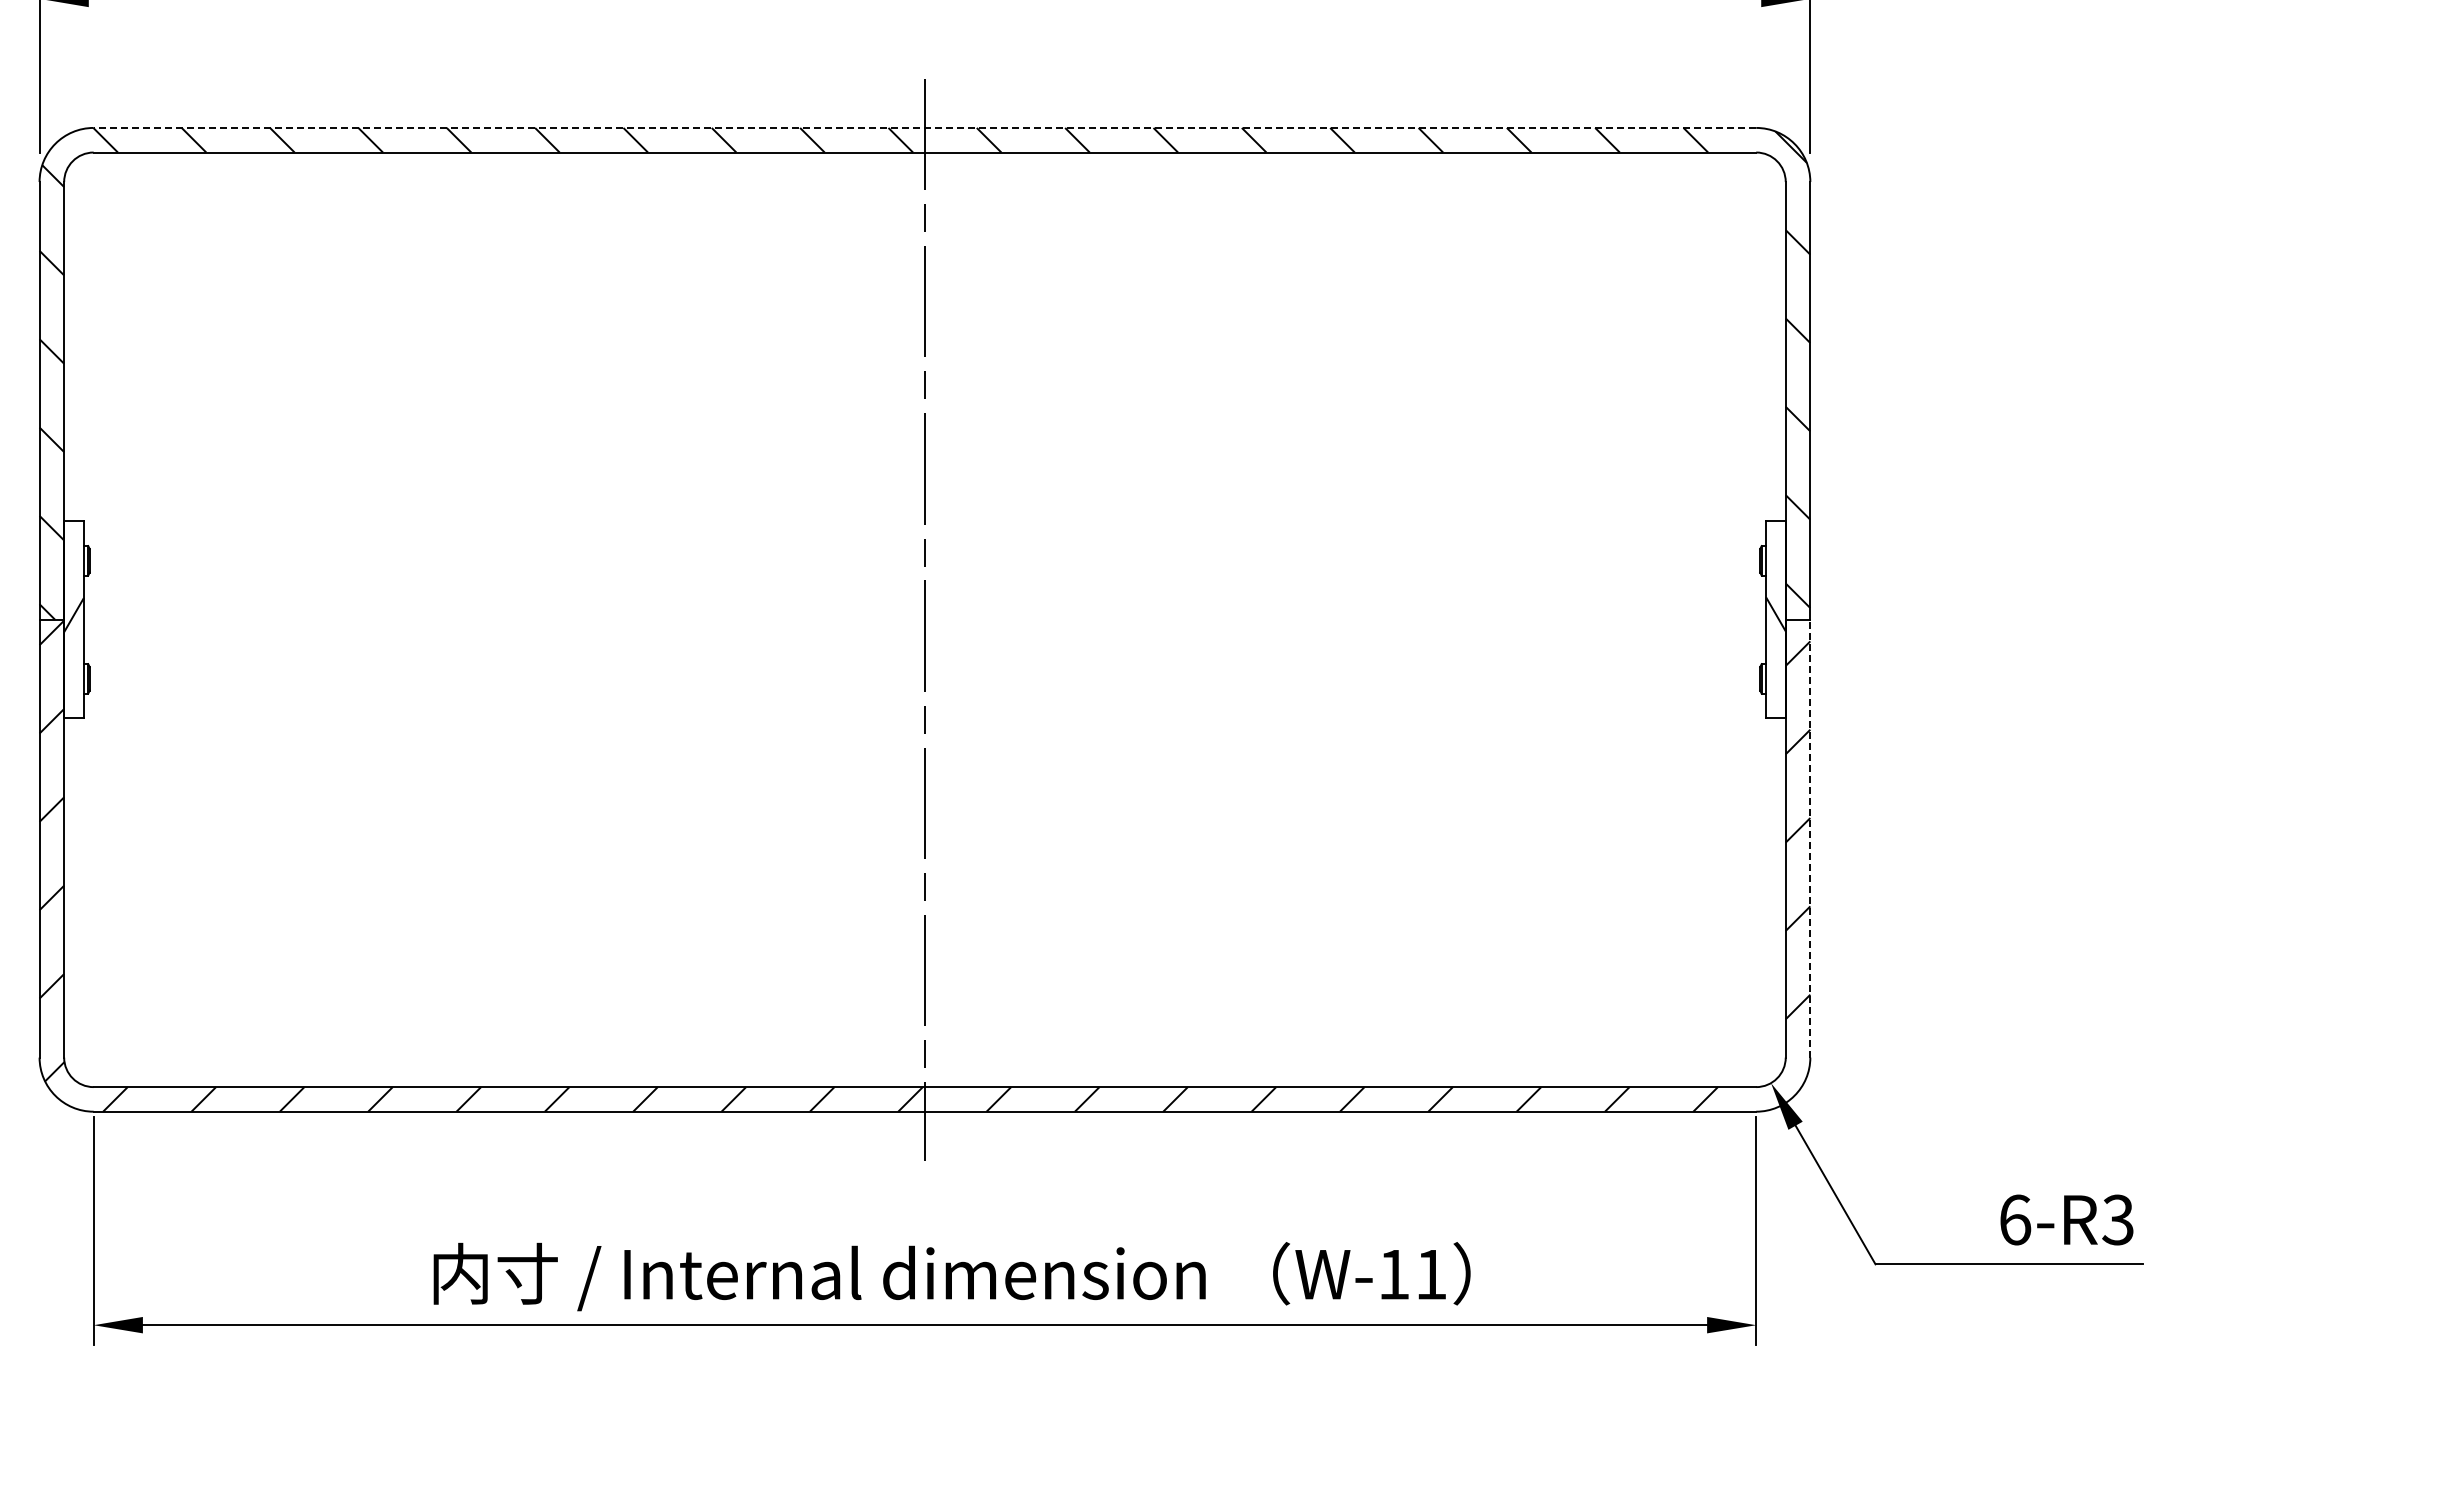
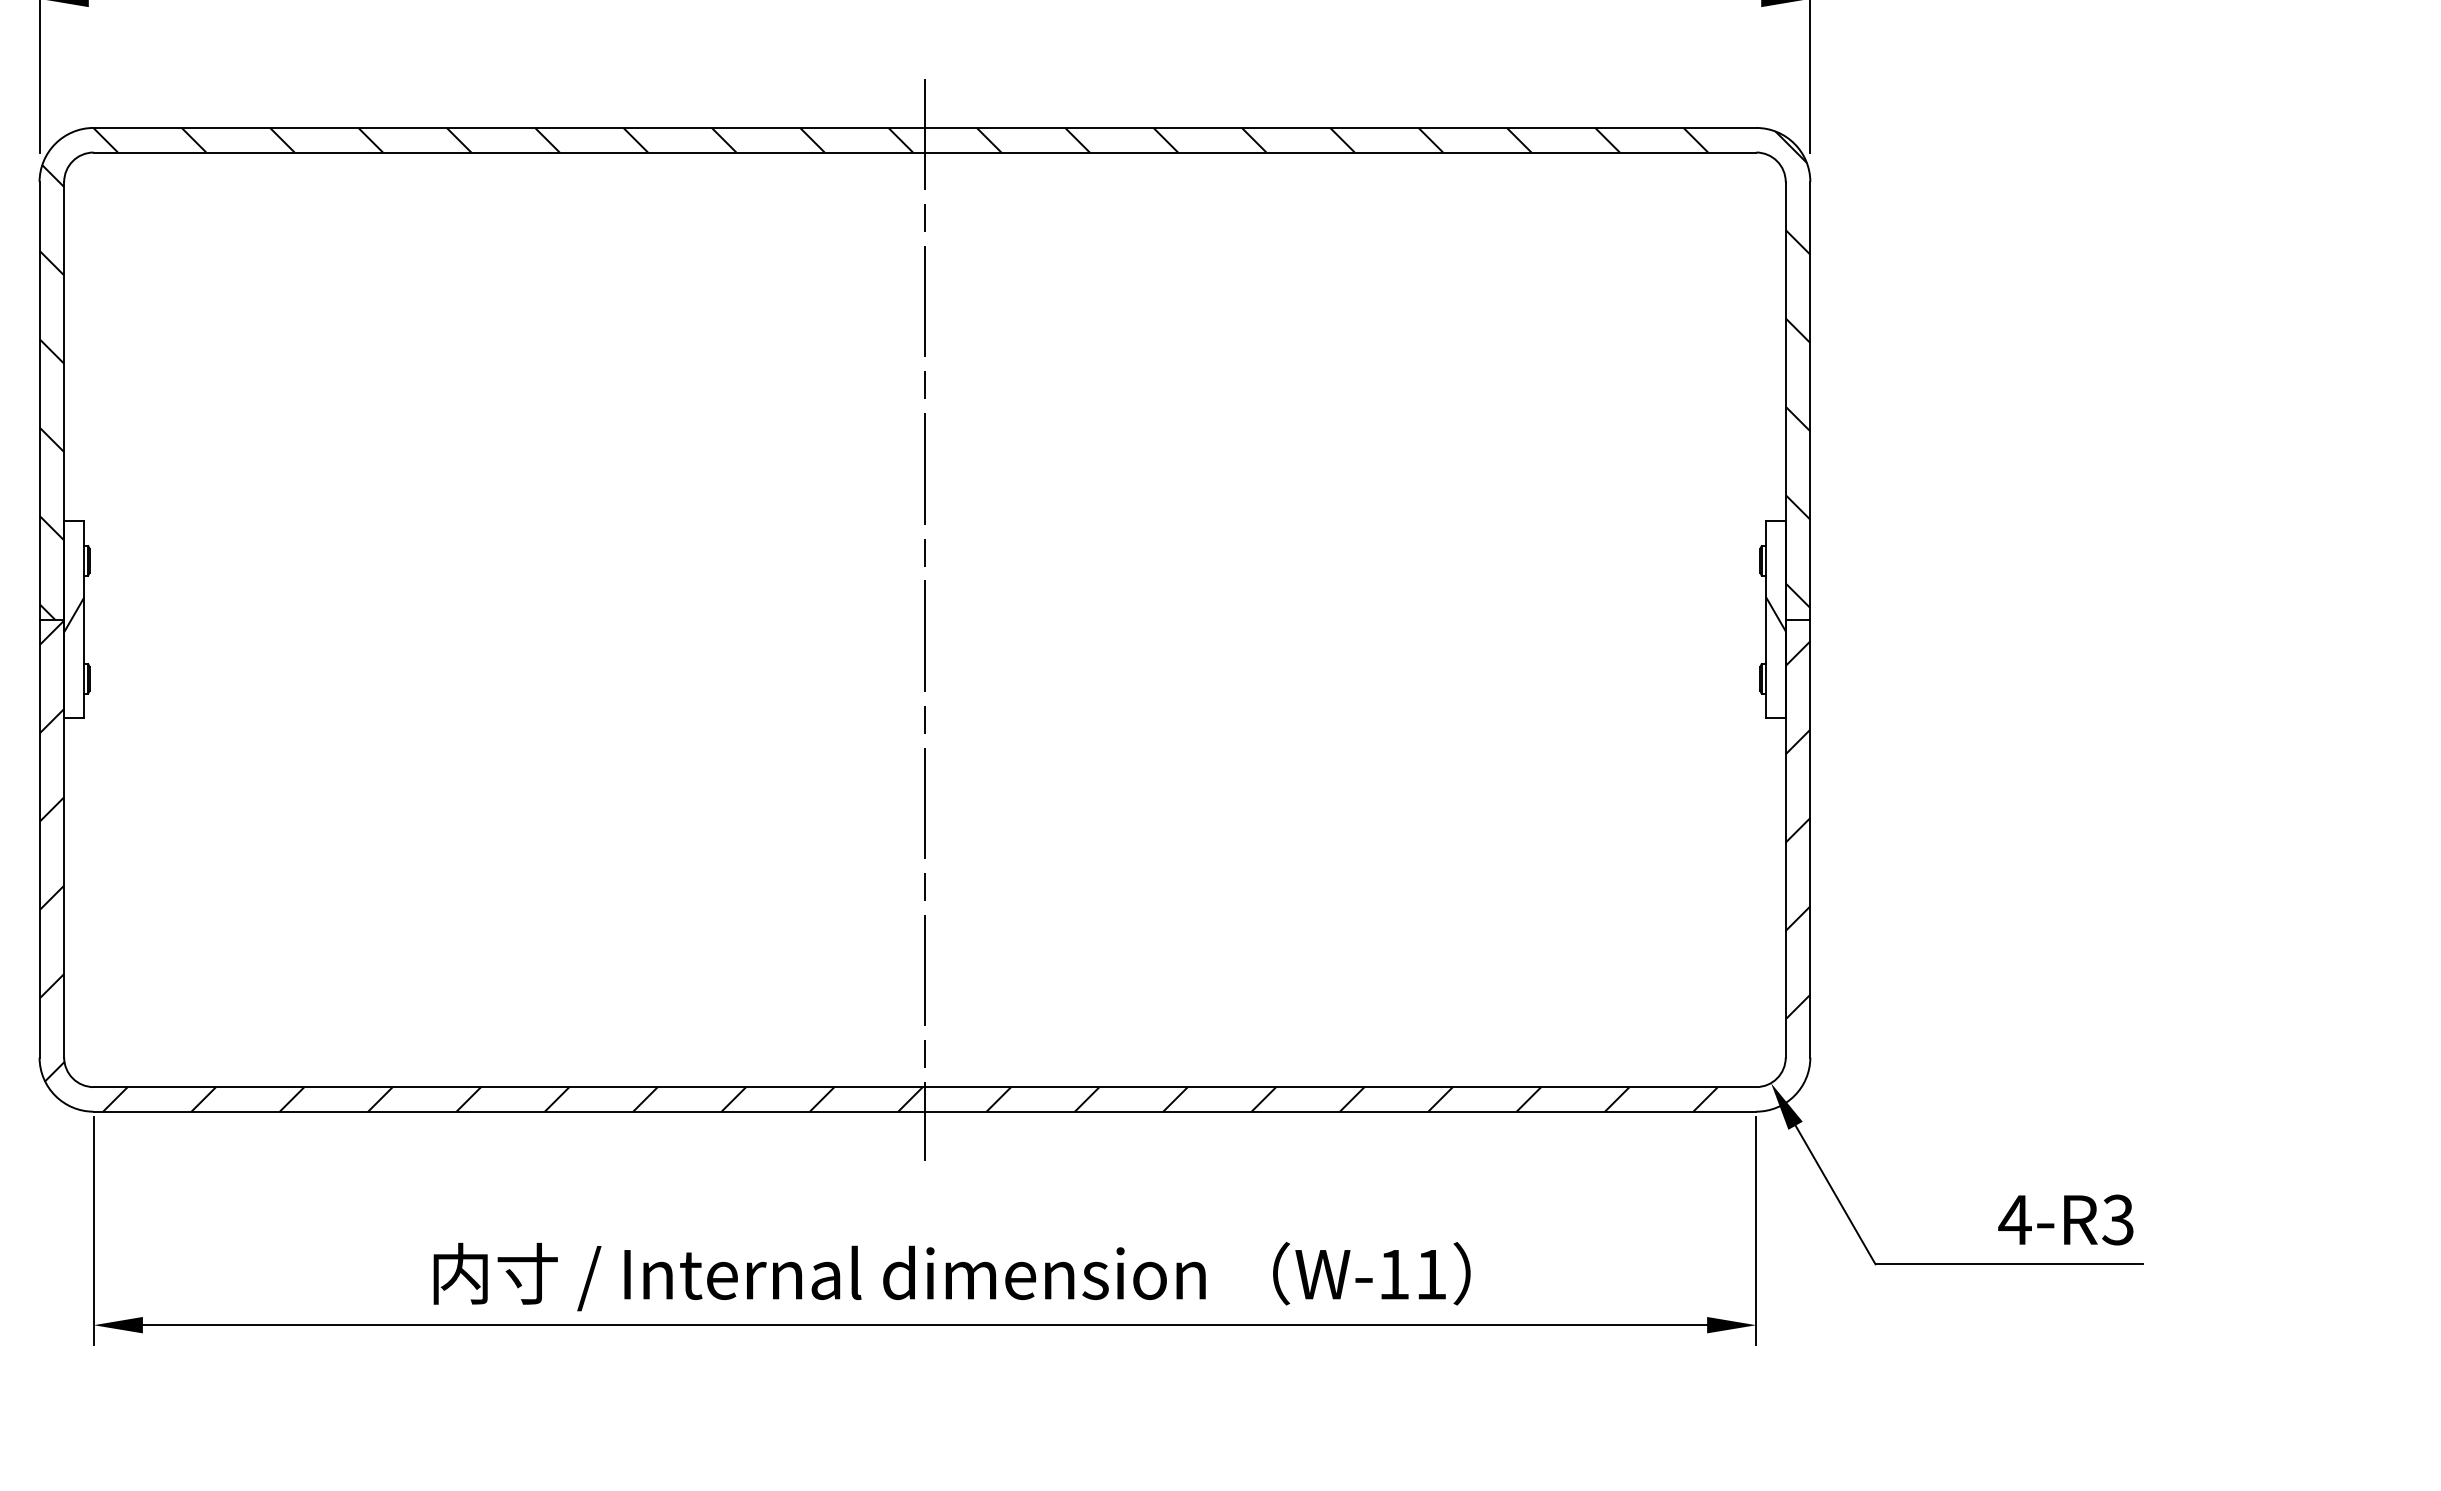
line at (924, 127): dashed -> solid
line at (1810, 838): dashed -> solid
text at (2014, 1219): 6-R3 -> 4-R3
